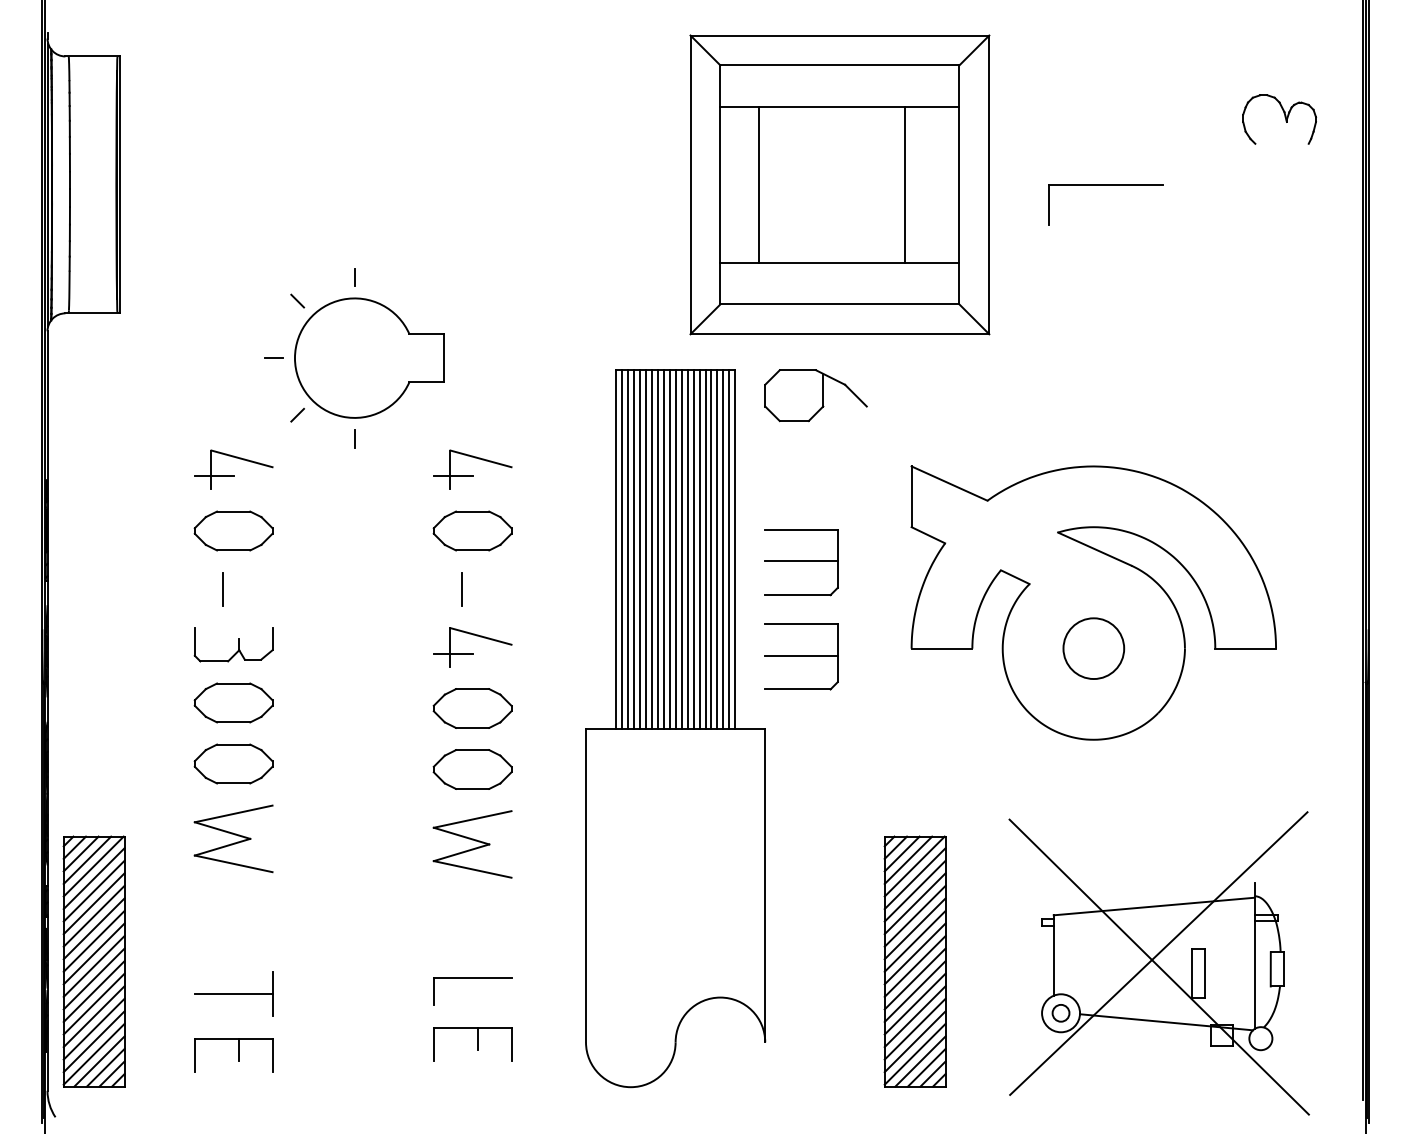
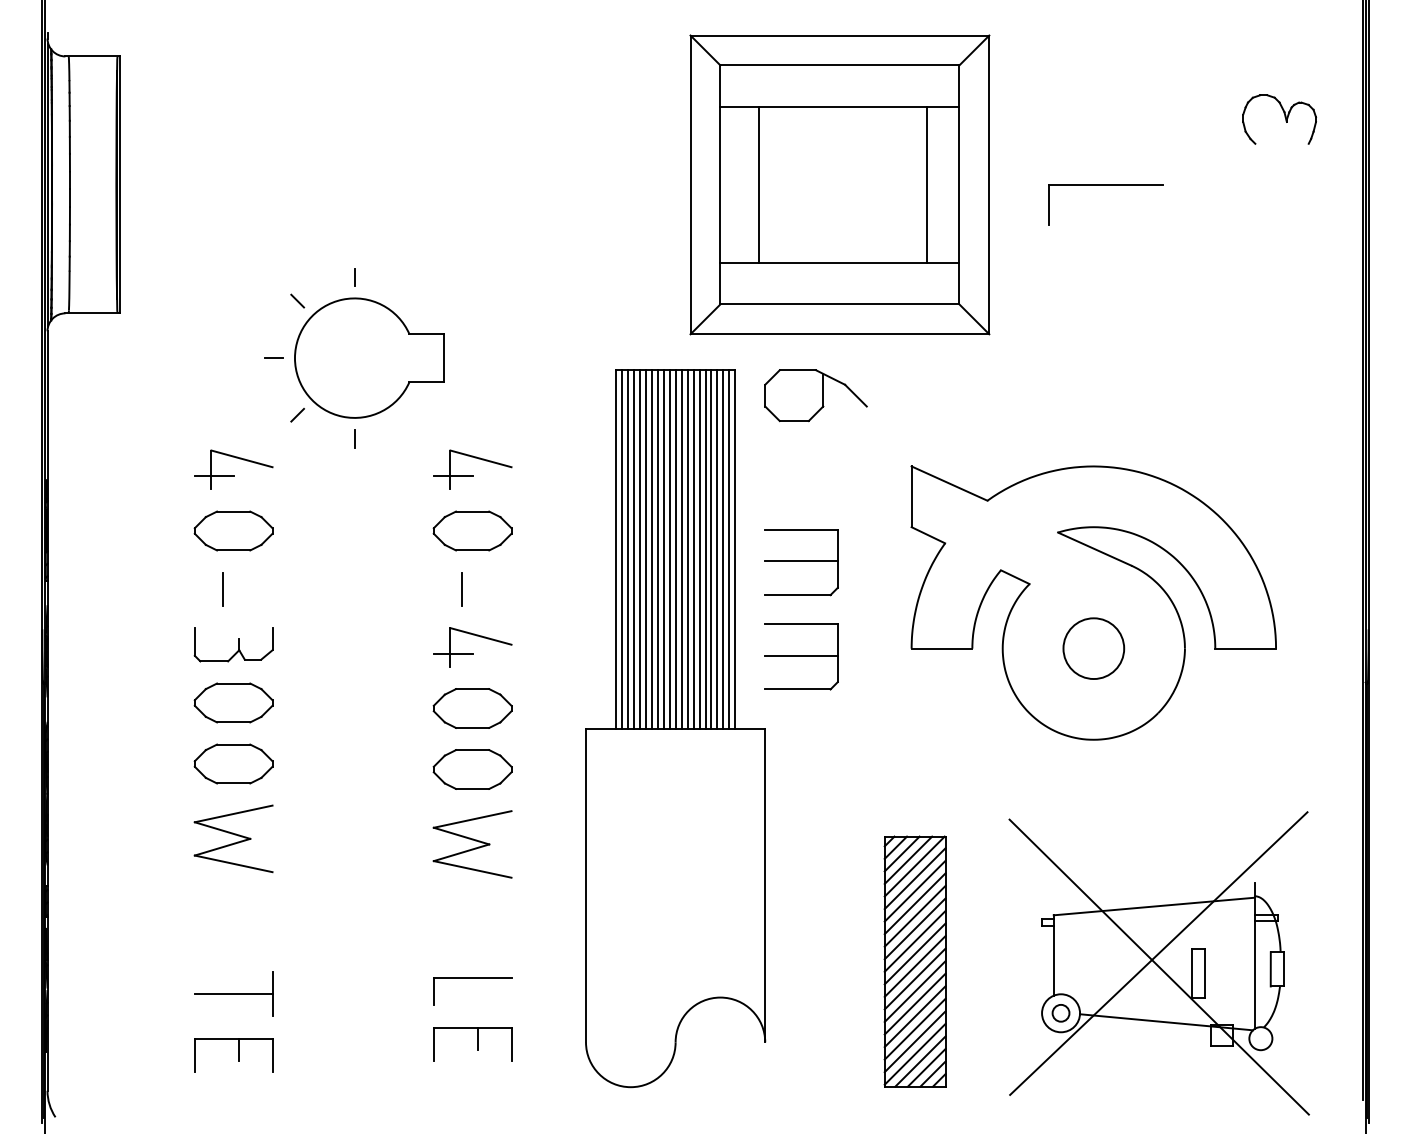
line at (904, 184) position: (904, 184) -> (926, 184)
part at (93, 961): present -> none
